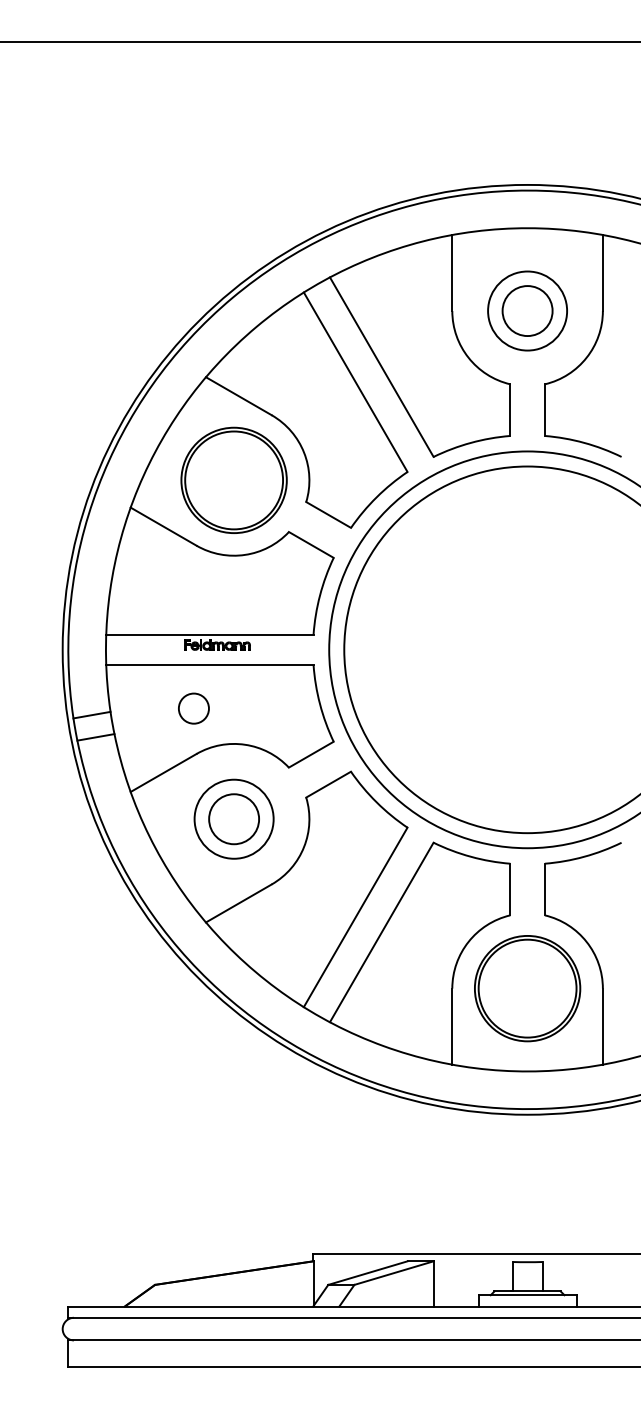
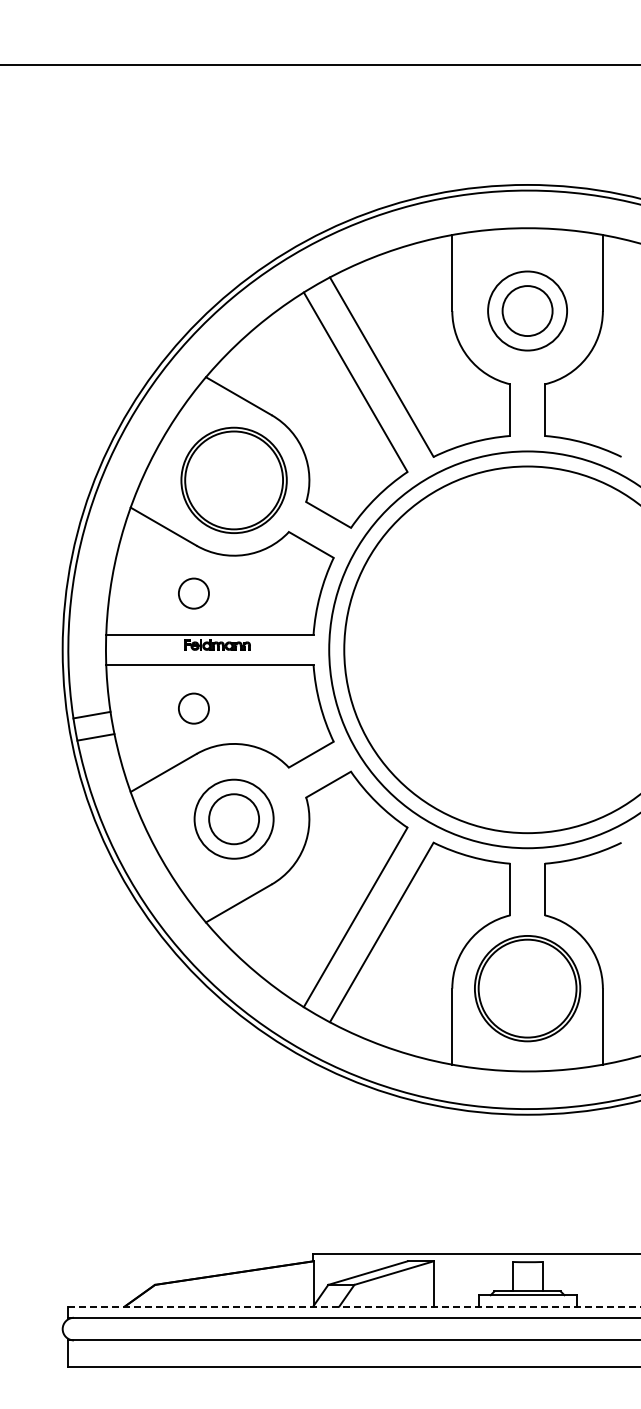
line at (319, 42) position: (319, 42) -> (319, 65)
circle at (193, 593): none -> present
line at (354, 1306): solid -> dashed
